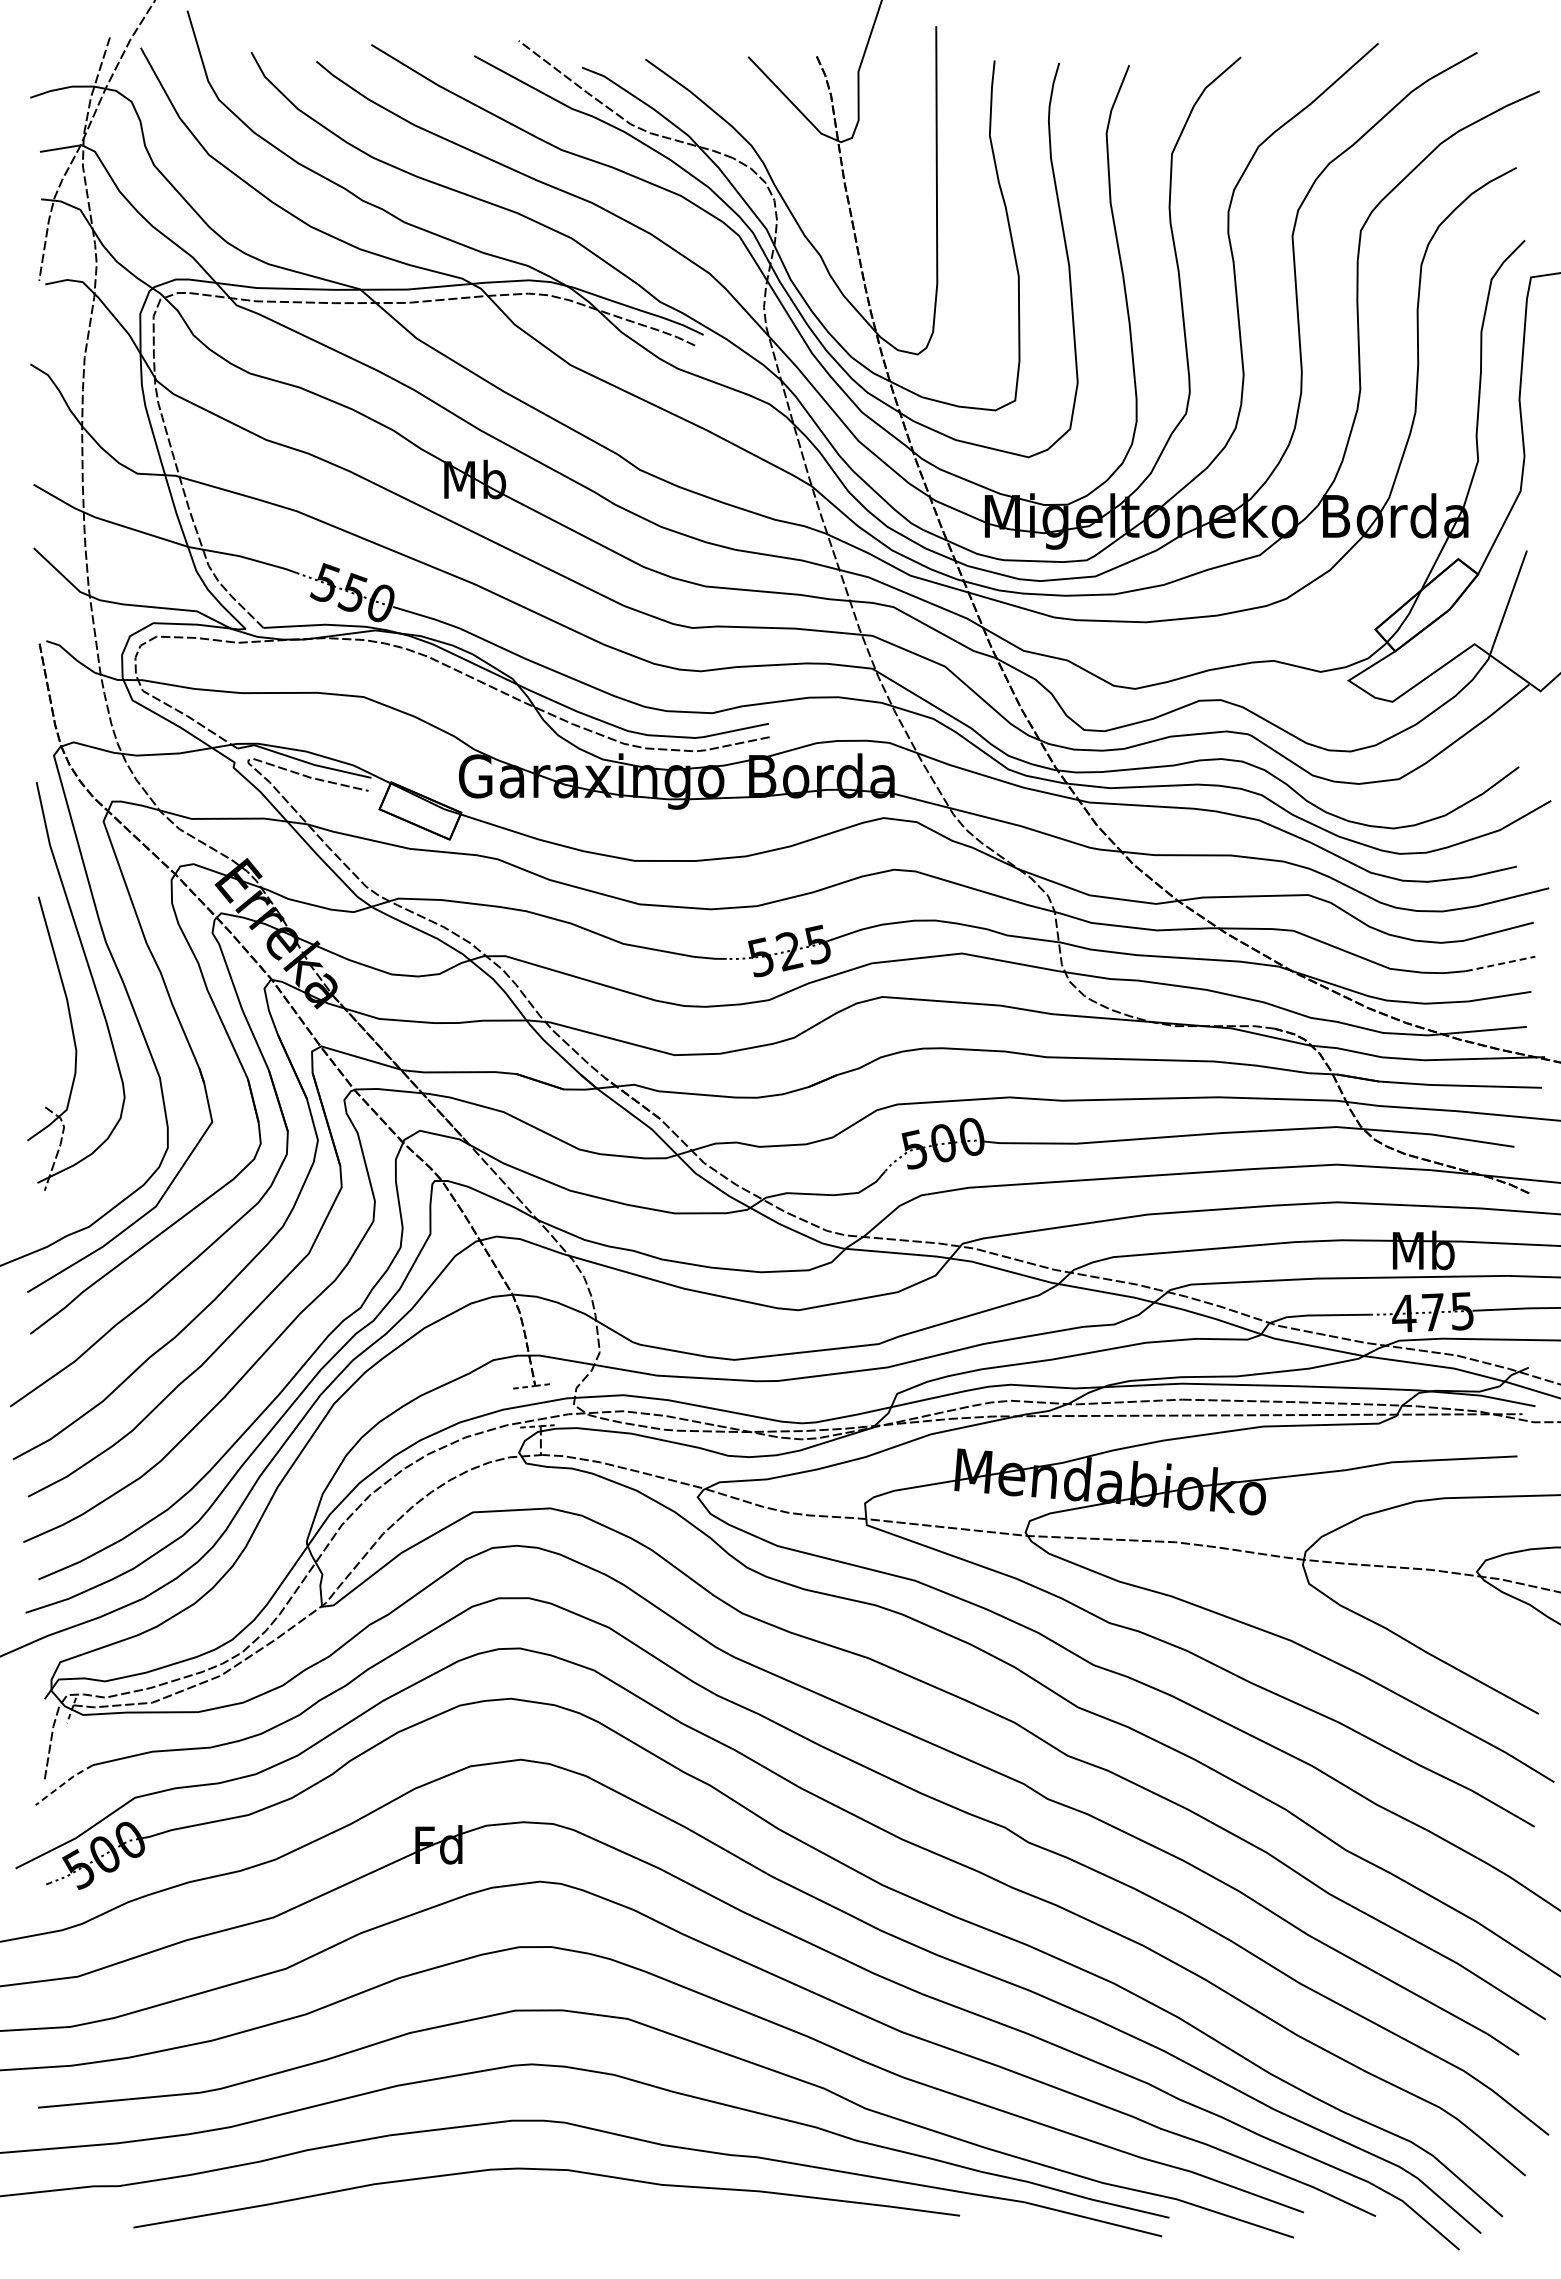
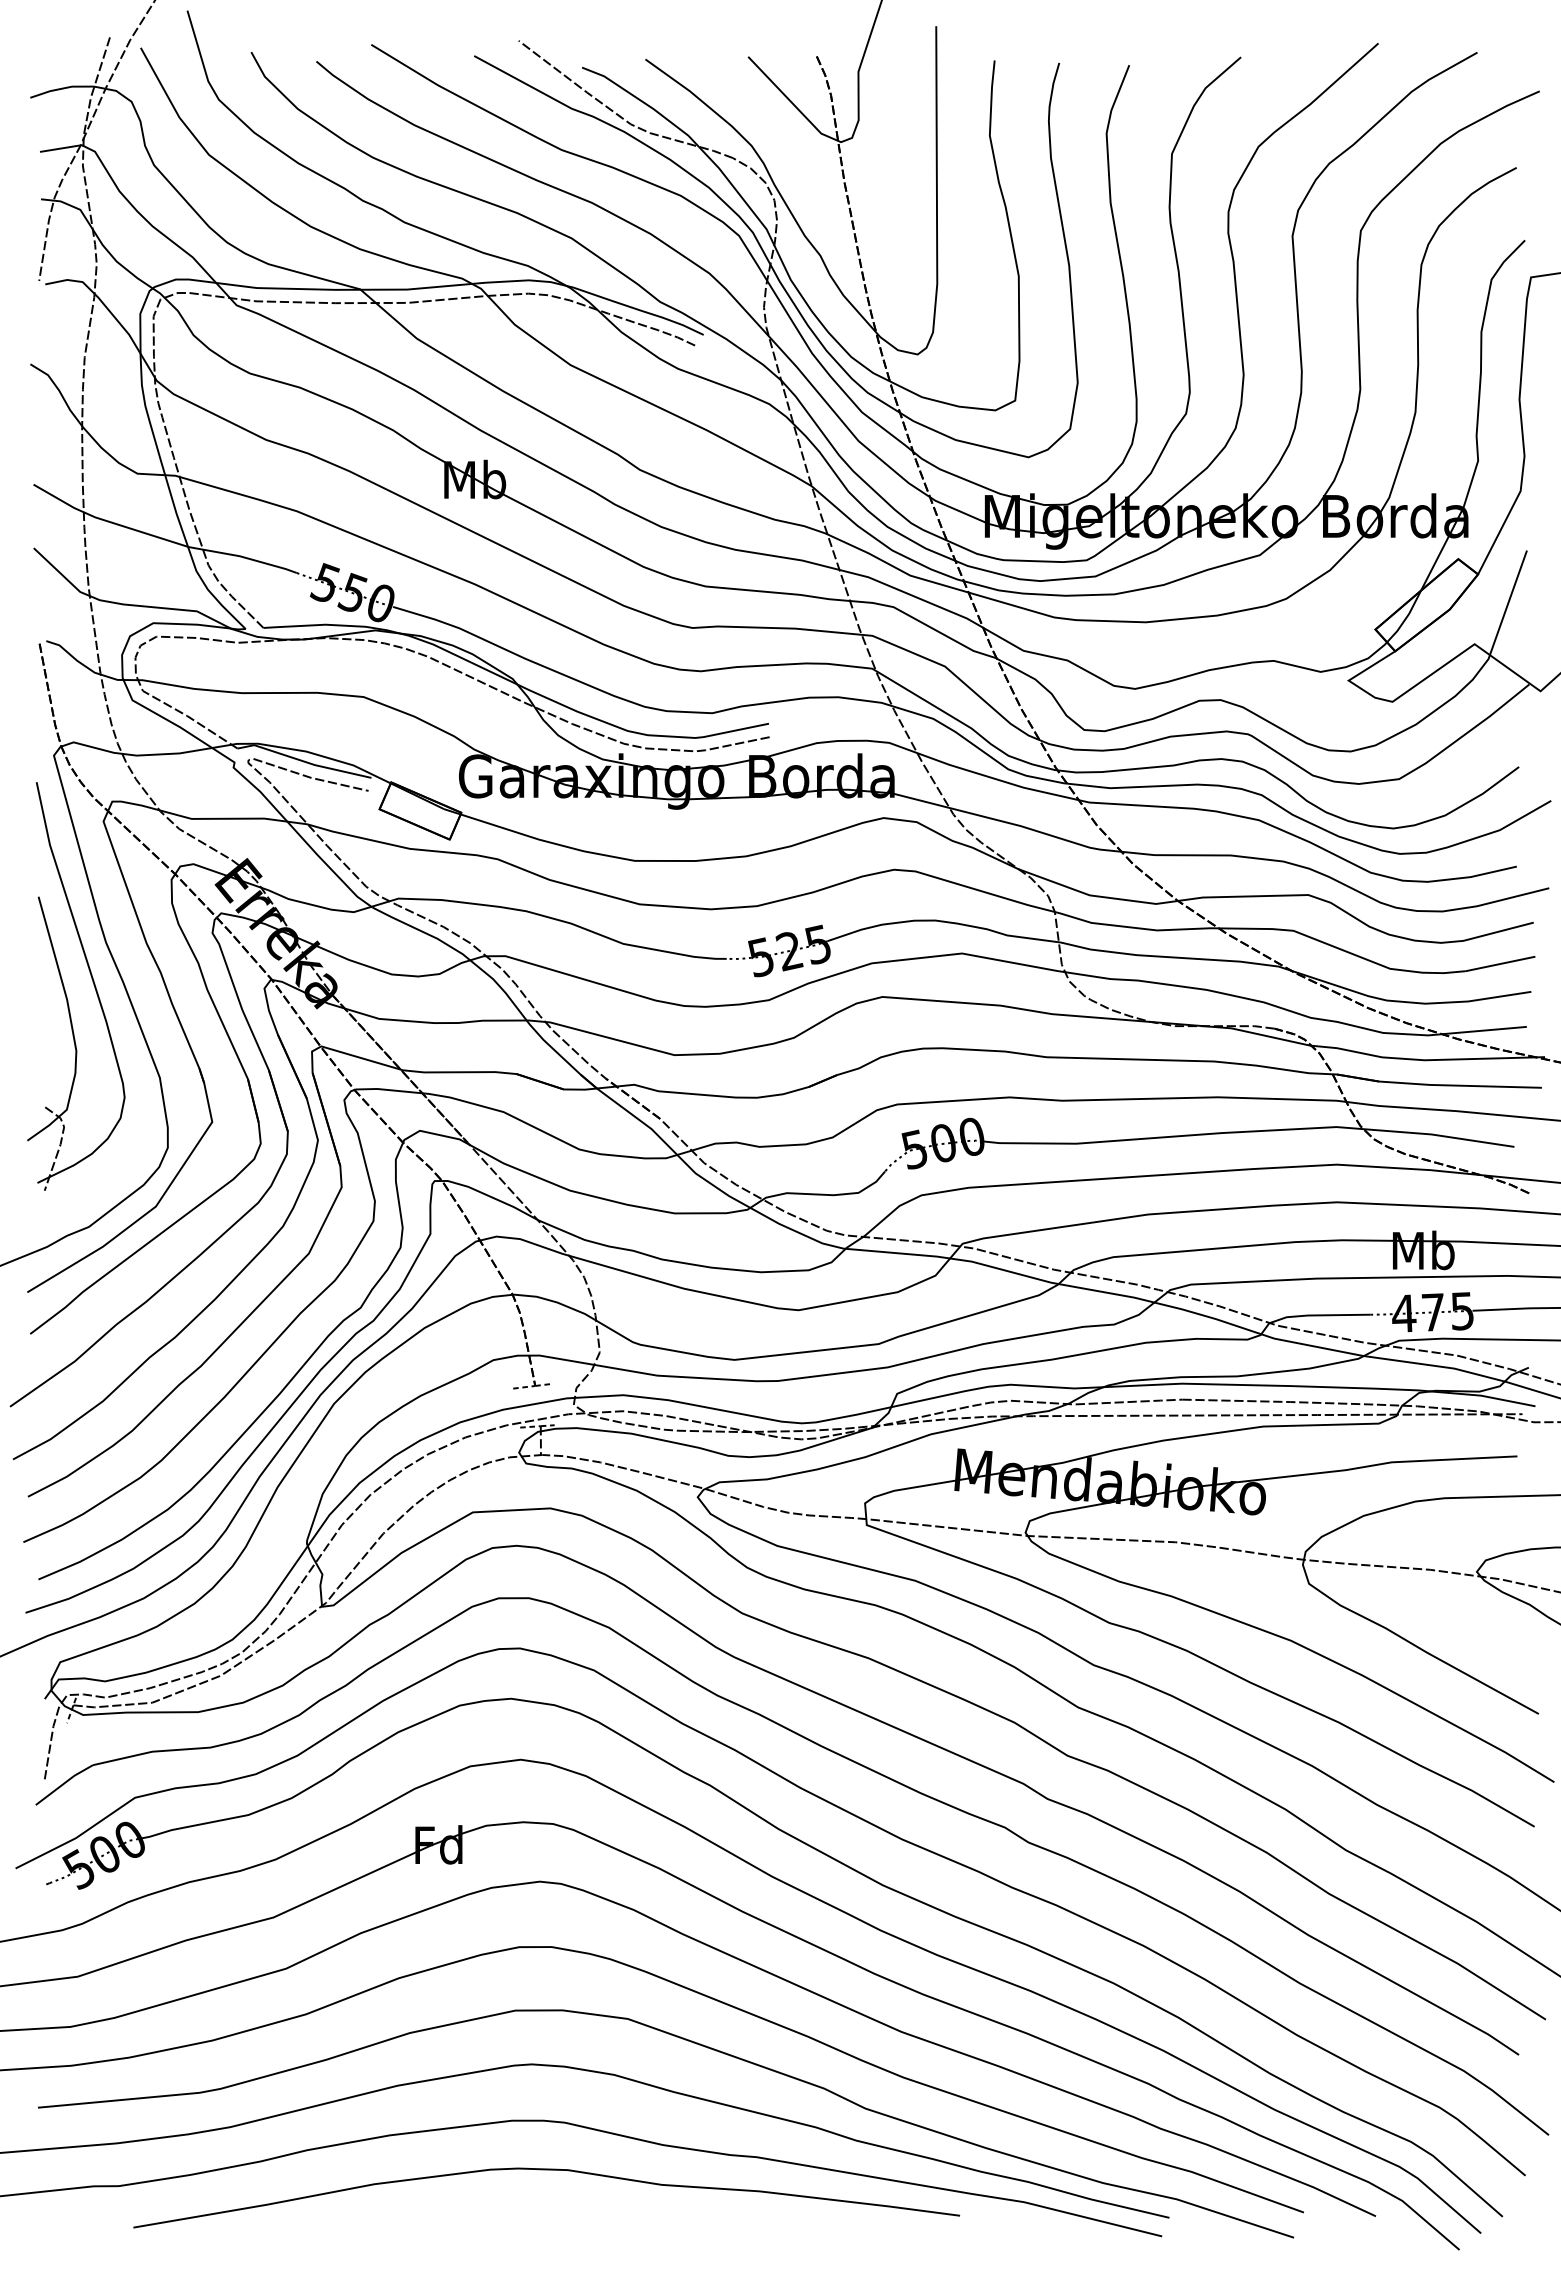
line at (1500, 963): dashed -> solid
line at (64, 1783): dashed -> solid
